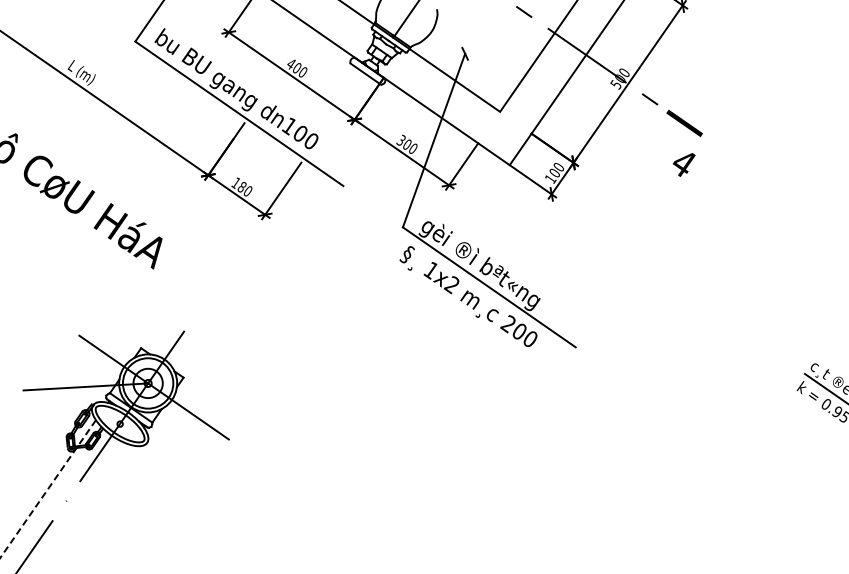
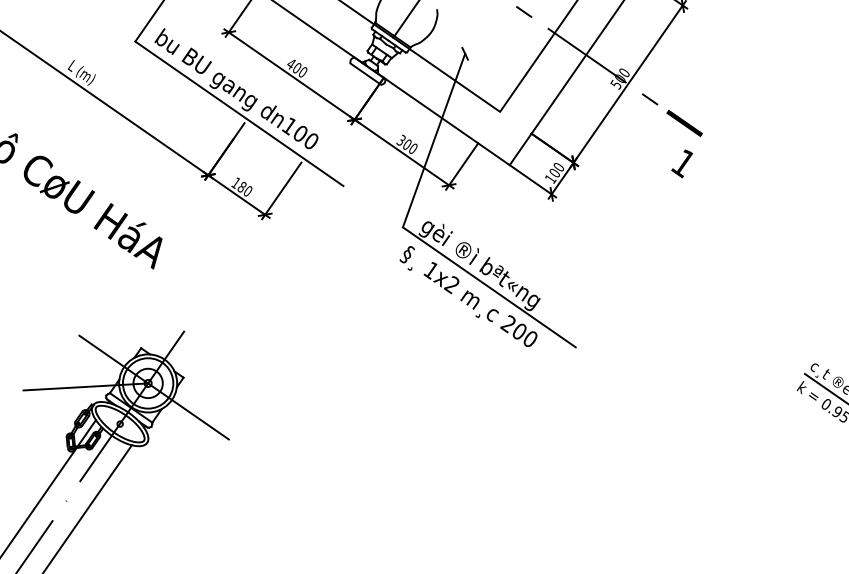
text at (683, 163): 4 -> 1
line at (48, 488): dashed -> solid
line at (88, 507): none -> present
